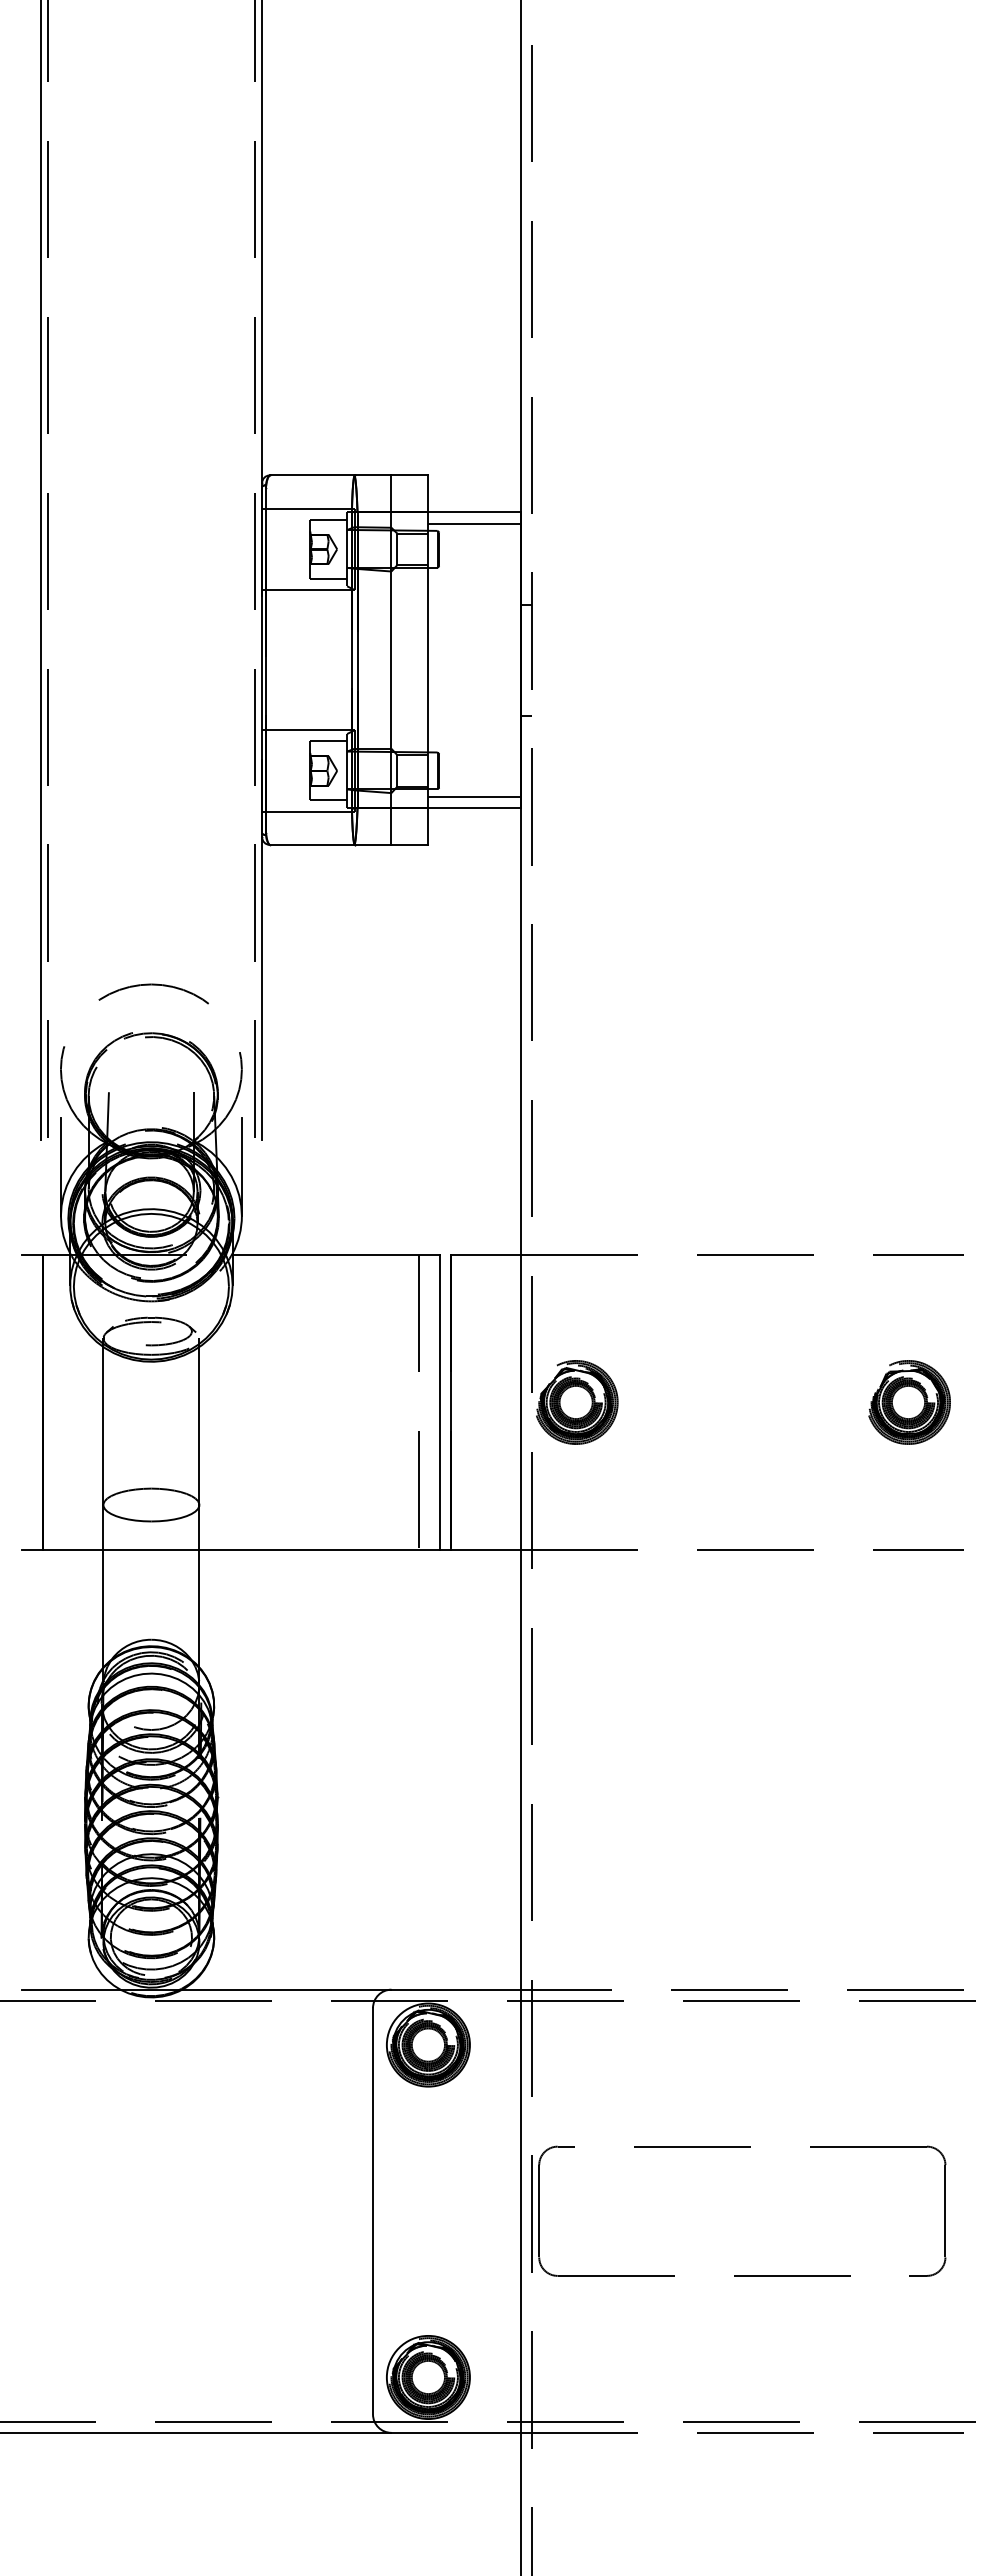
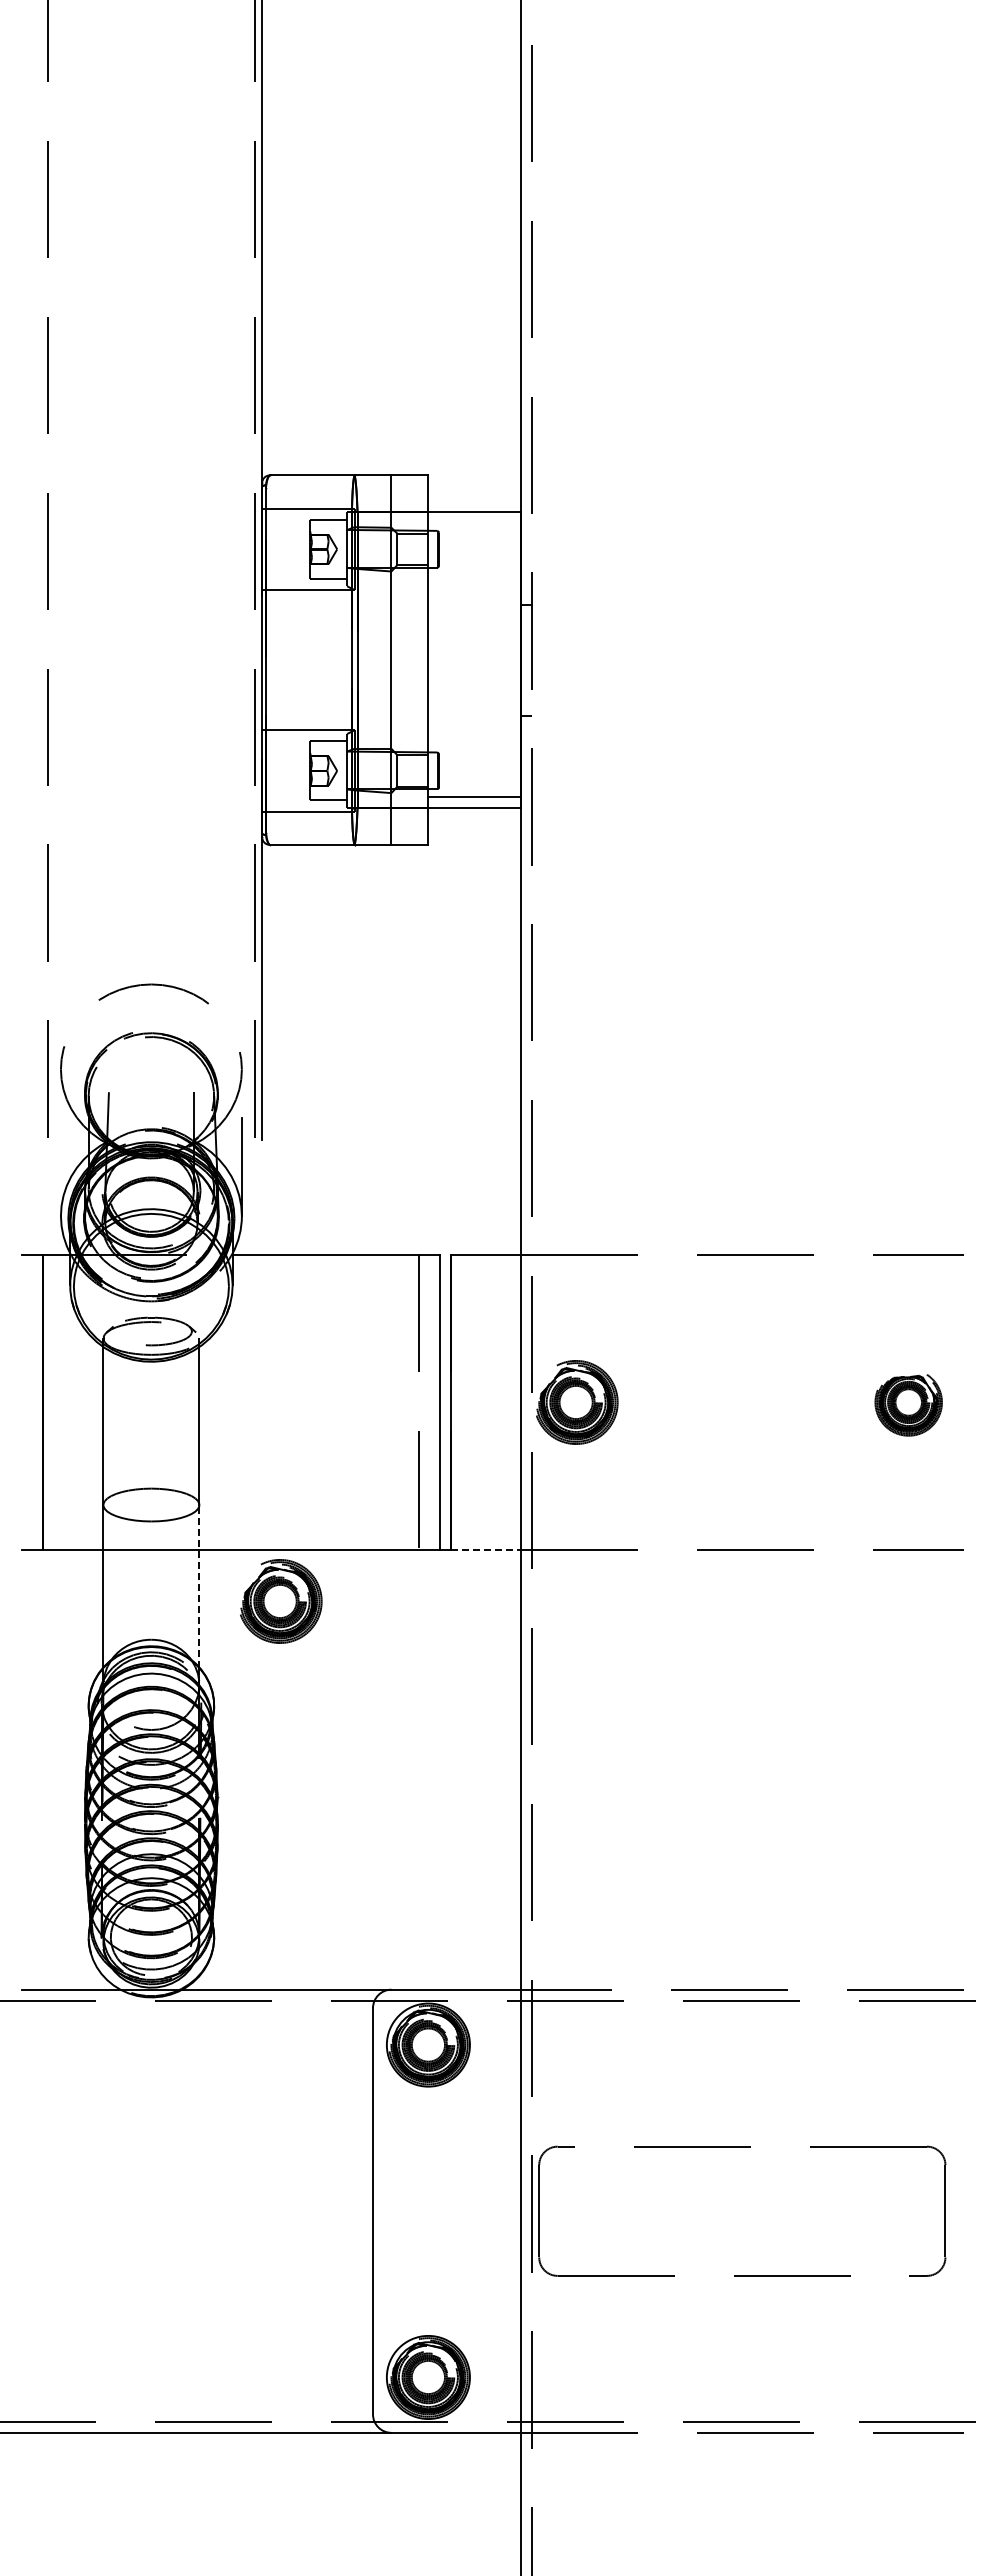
line at (474, 523): present -> none
line at (40, 571): present -> none
line at (60, 1166): present -> none
part at (909, 1402) size: 83x85 px -> 69x63 px
line at (485, 1550): solid -> dashed
line at (199, 1585): solid -> dashed
part at (281, 1601): none -> present
